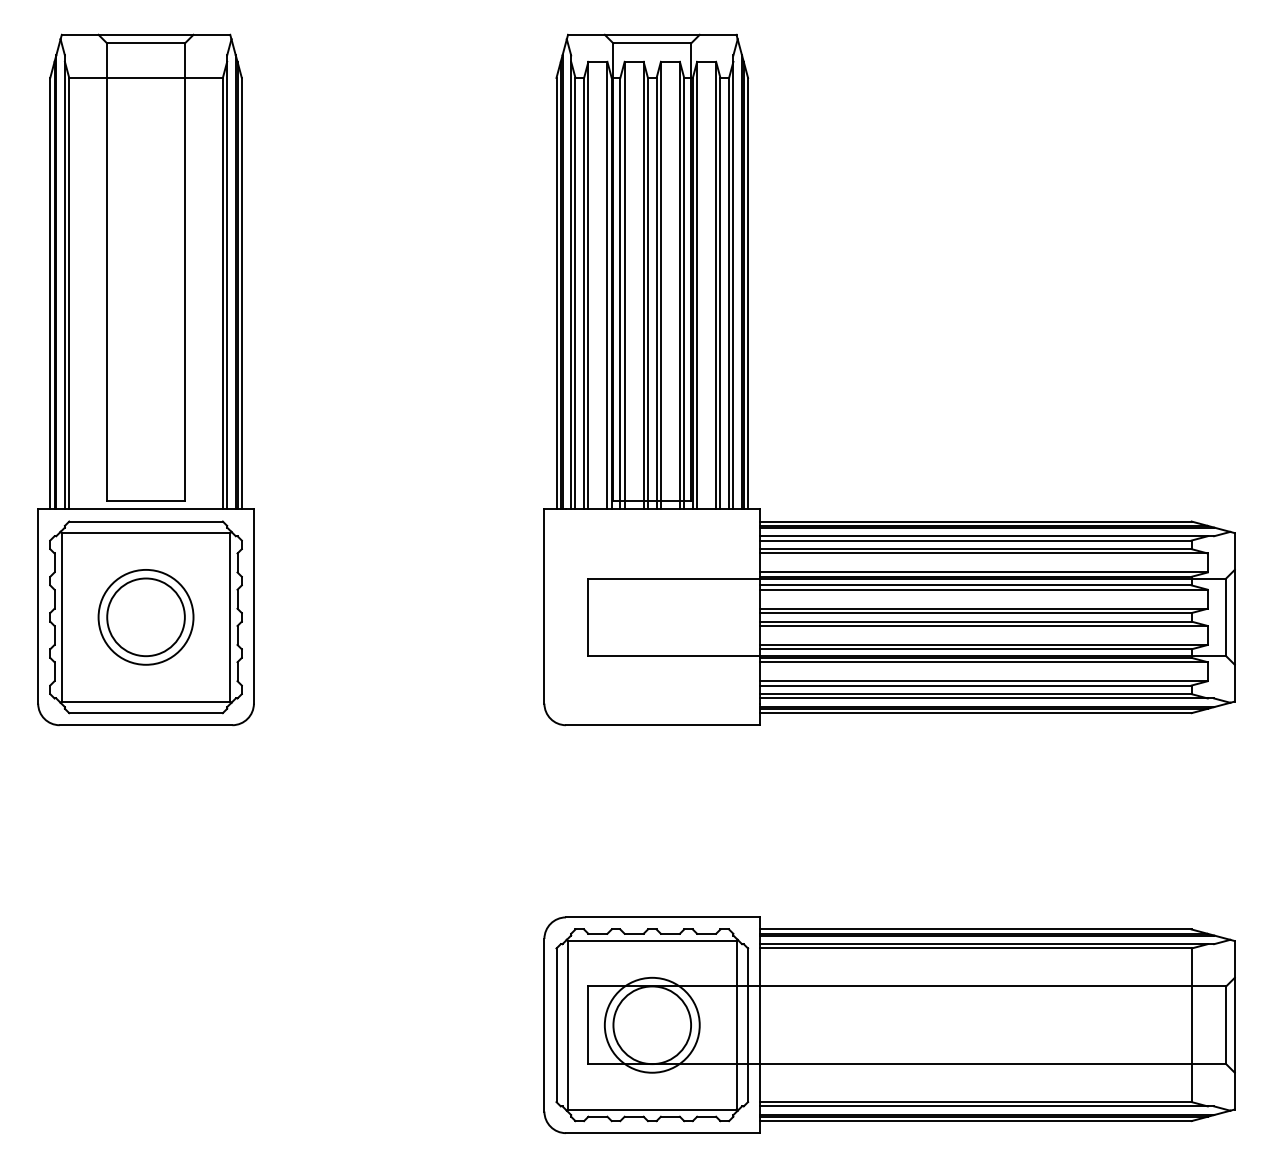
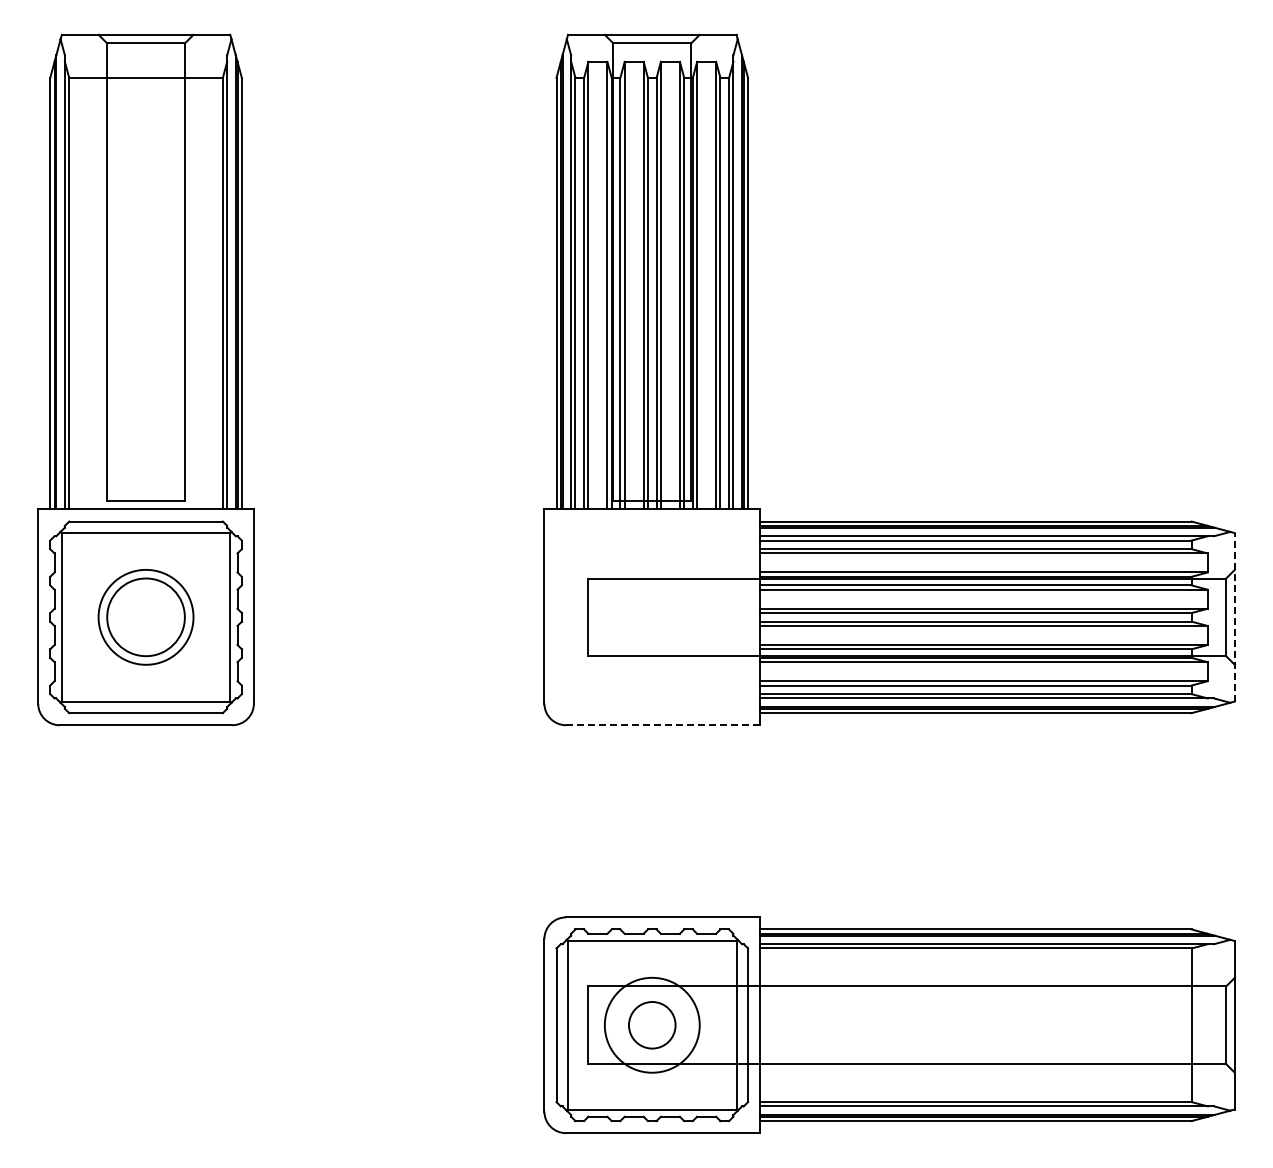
line at (1234, 616): solid -> dashed
line at (663, 725): solid -> dashed
circle at (652, 1025) diameter: 78 px -> 47 px
